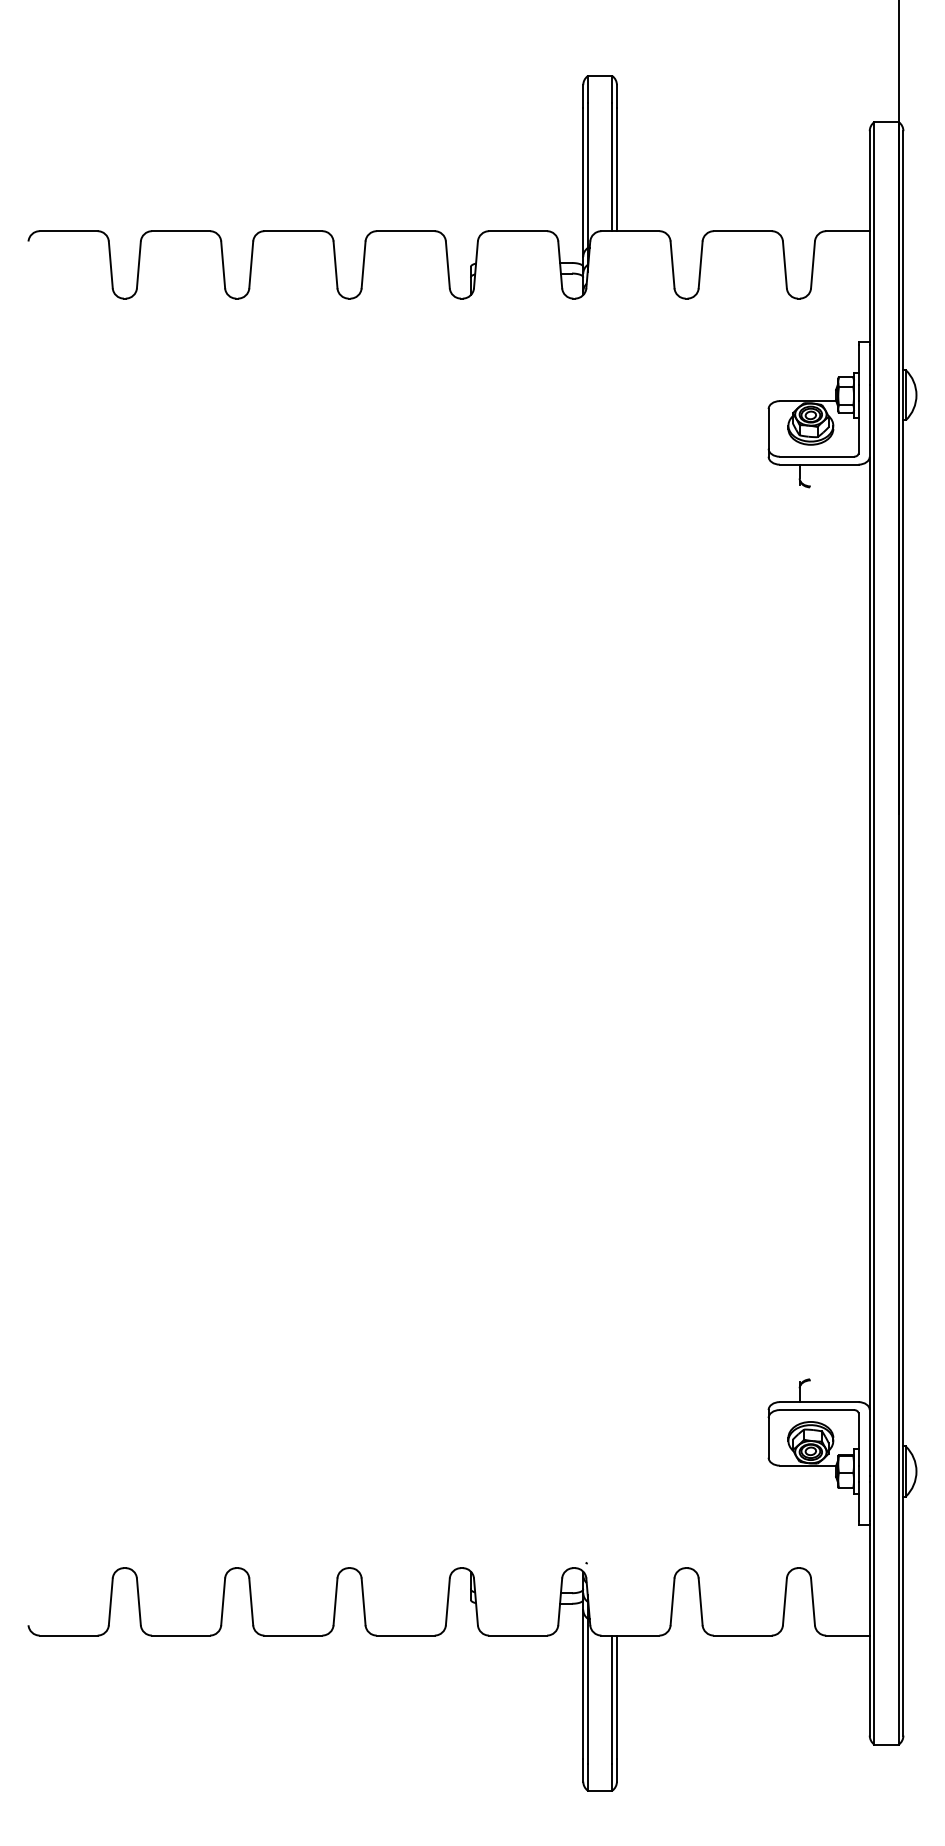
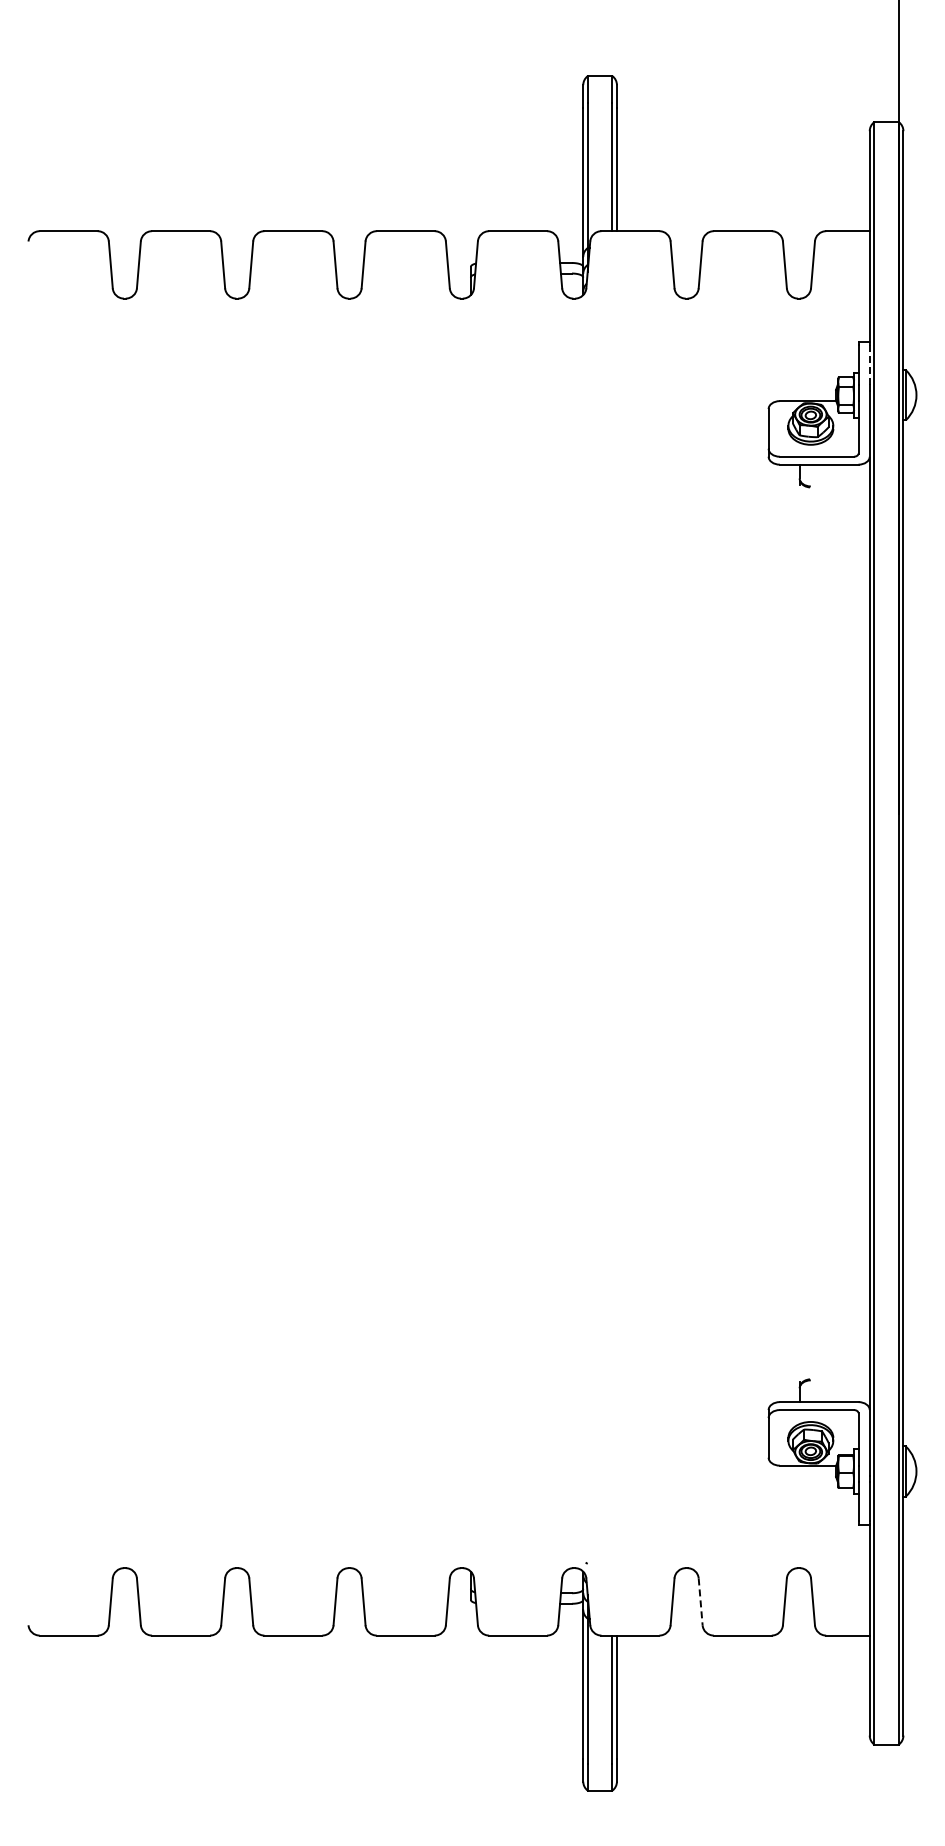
line at (869, 365): solid -> dashed
line at (700, 1602): solid -> dashed
